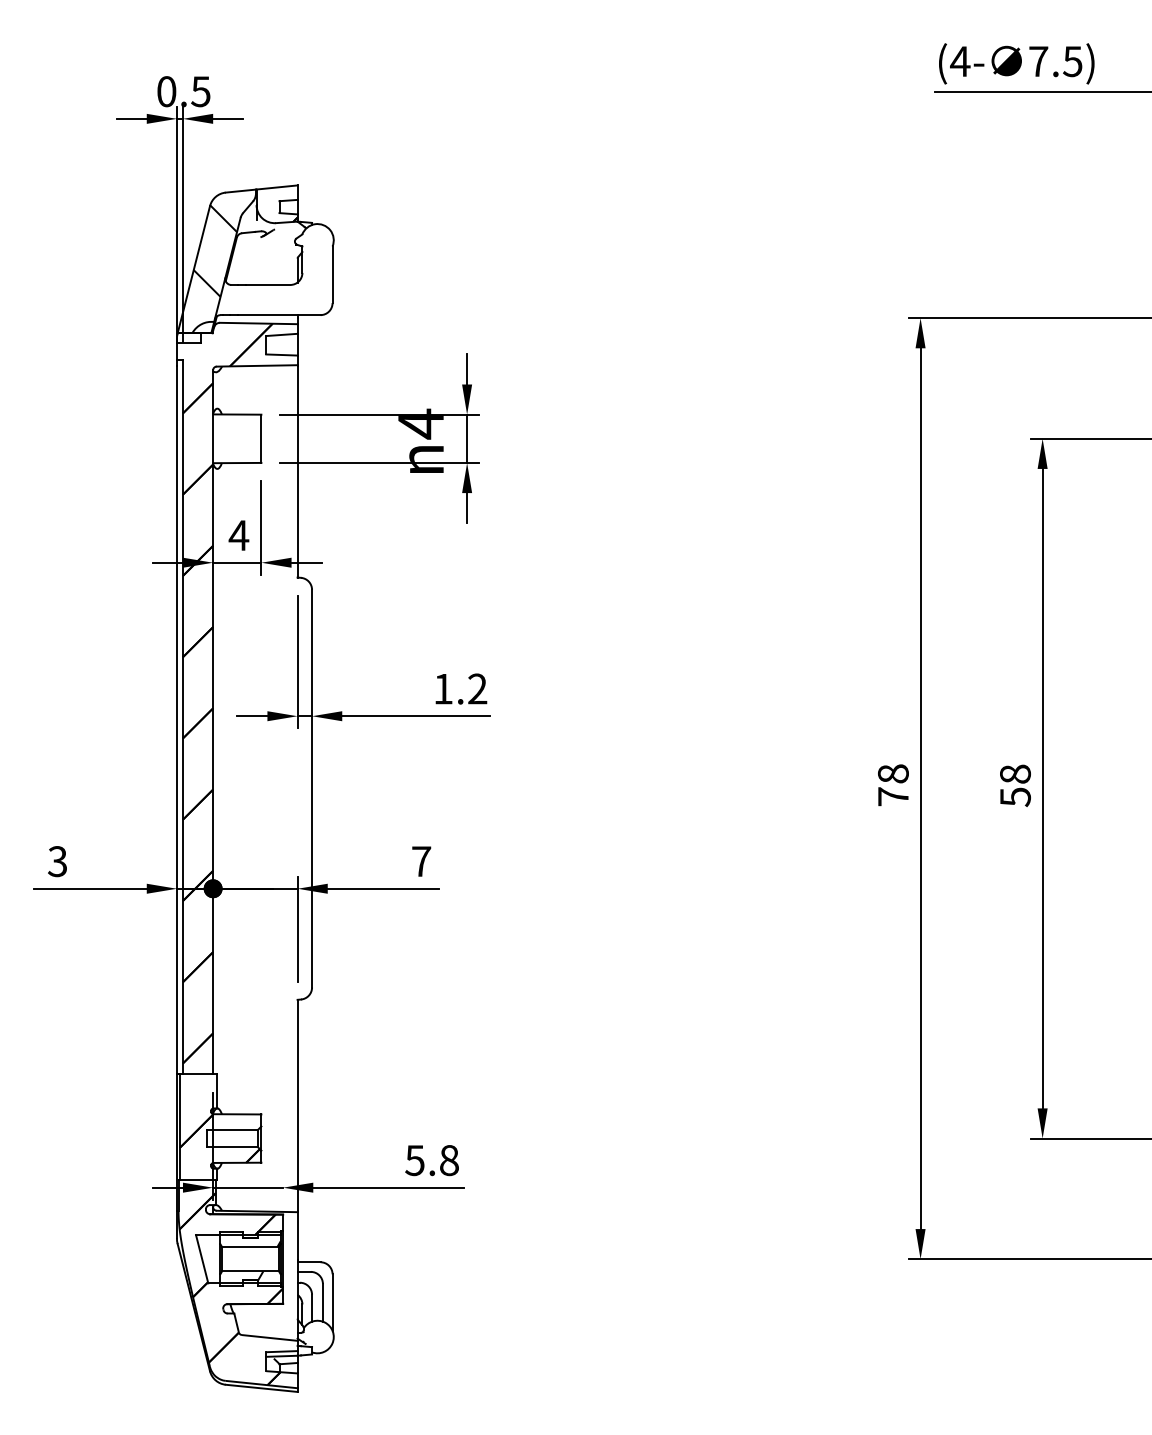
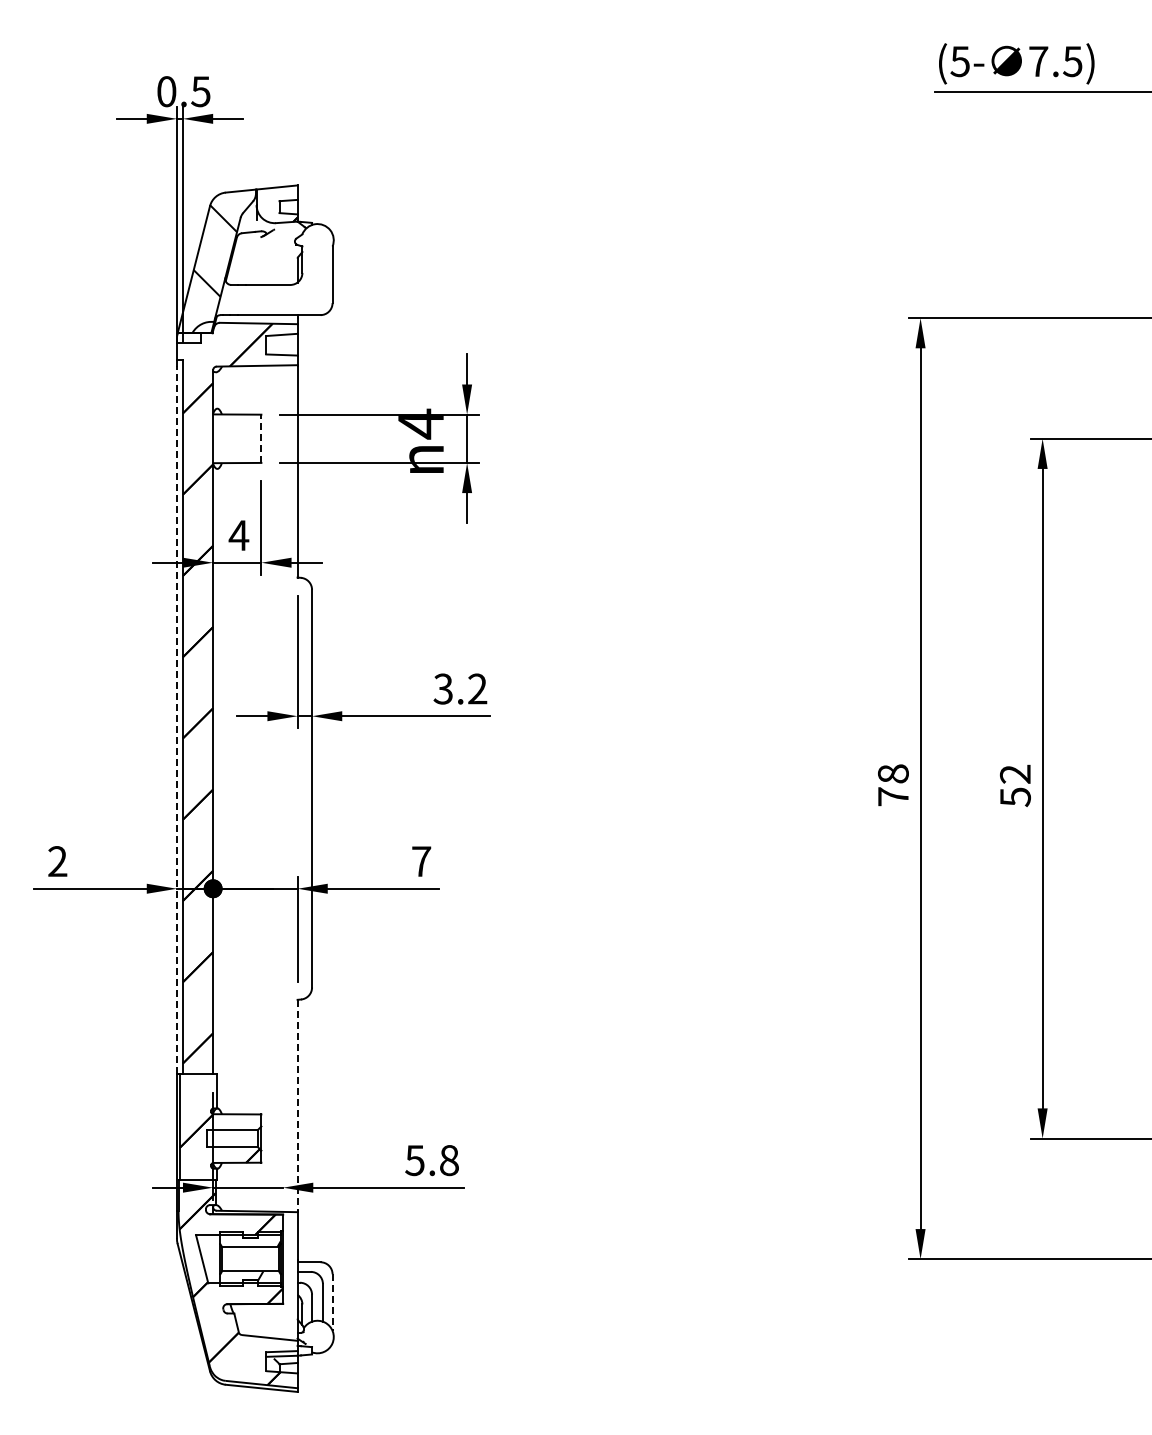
text at (960, 61): (4- -> (5-
line at (261, 438): solid -> dashed
text at (442, 688): 1.2 -> 3.2
line at (176, 719): solid -> dashed
text at (1014, 773): 58 -> 52
text at (57, 861): 3 -> 2
line at (297, 1105): solid -> dashed
line at (332, 1303): solid -> dashed
